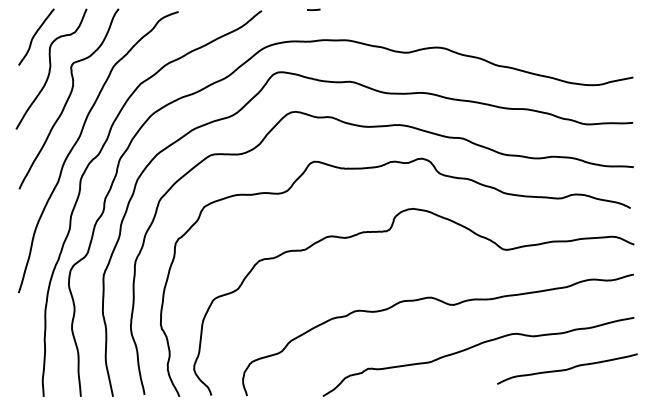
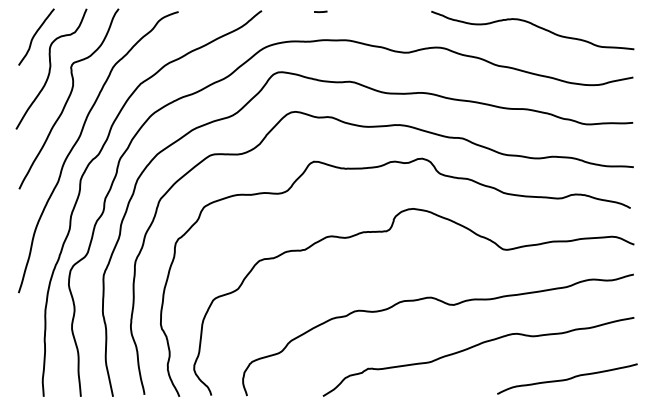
curve at (313, 9) position: (313, 9) -> (320, 11)
curve at (532, 25): none -> present
curve at (567, 368) position: (567, 368) -> (567, 378)
